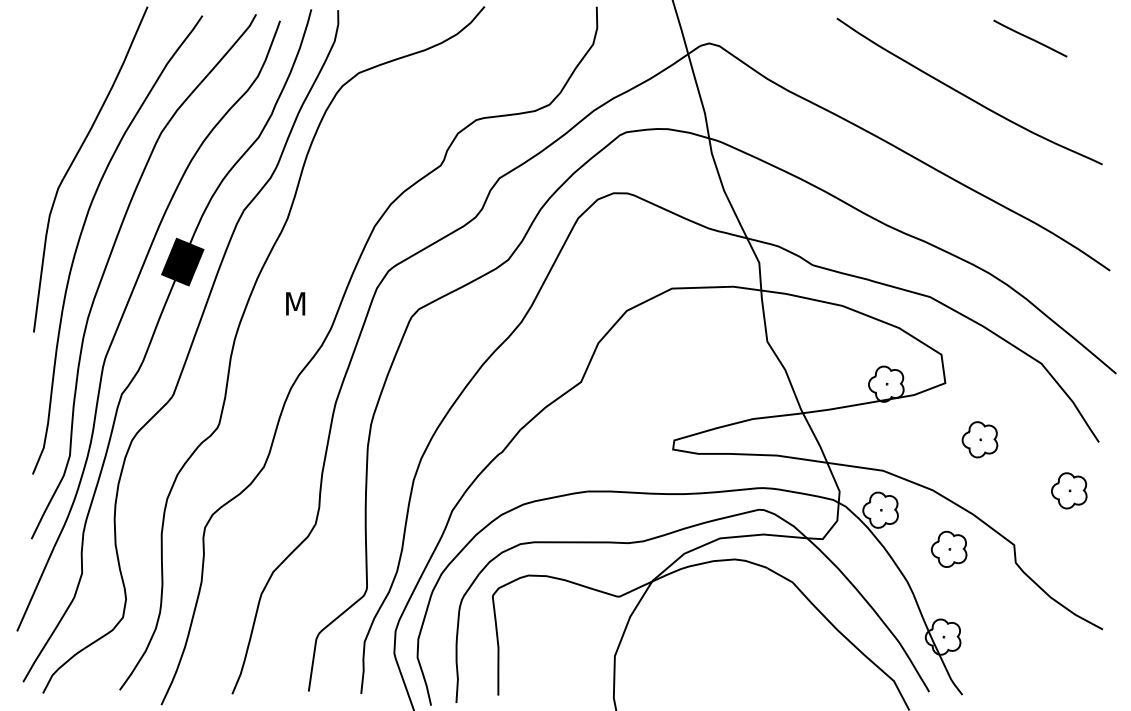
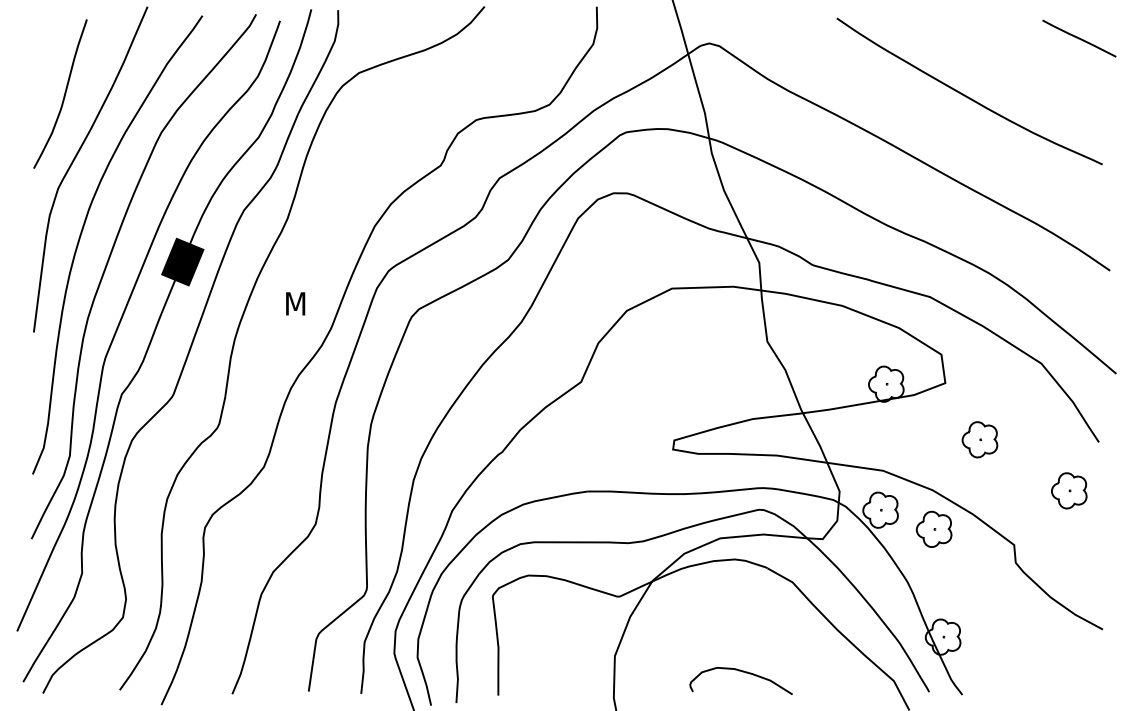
line at (1030, 38) position: (1030, 38) -> (1079, 38)
curve at (63, 95): none -> present
part at (948, 548) position: (948, 548) -> (933, 528)
curve at (742, 672): none -> present
